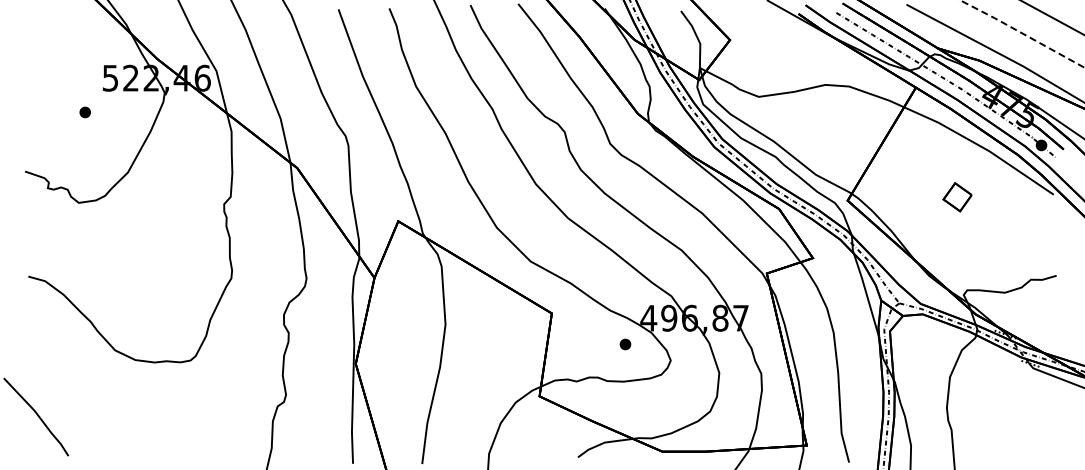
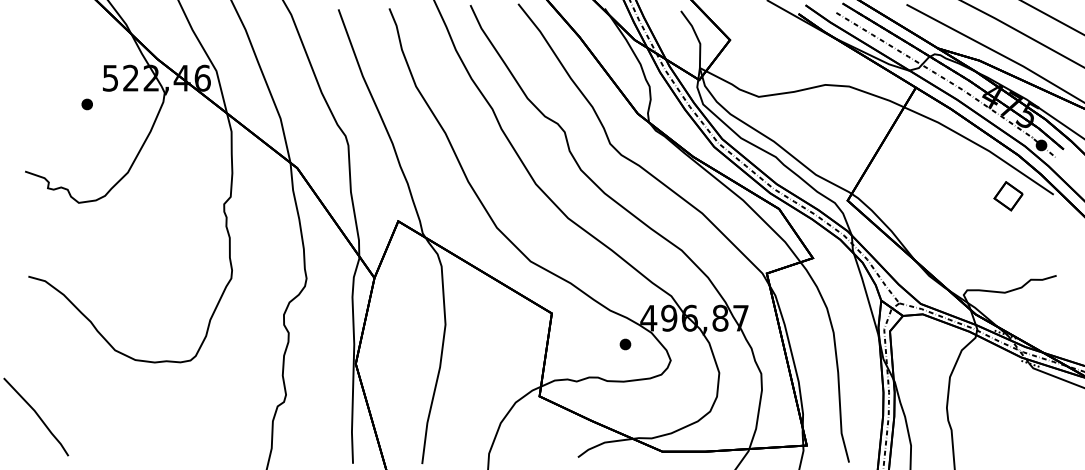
line at (1022, 33): dashed -> solid
part at (84, 112) position: (84, 112) -> (86, 104)
part at (957, 197) position: (957, 197) -> (1008, 196)
